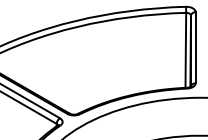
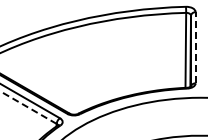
line at (195, 47): solid -> dashed
line at (28, 107): solid -> dashed
